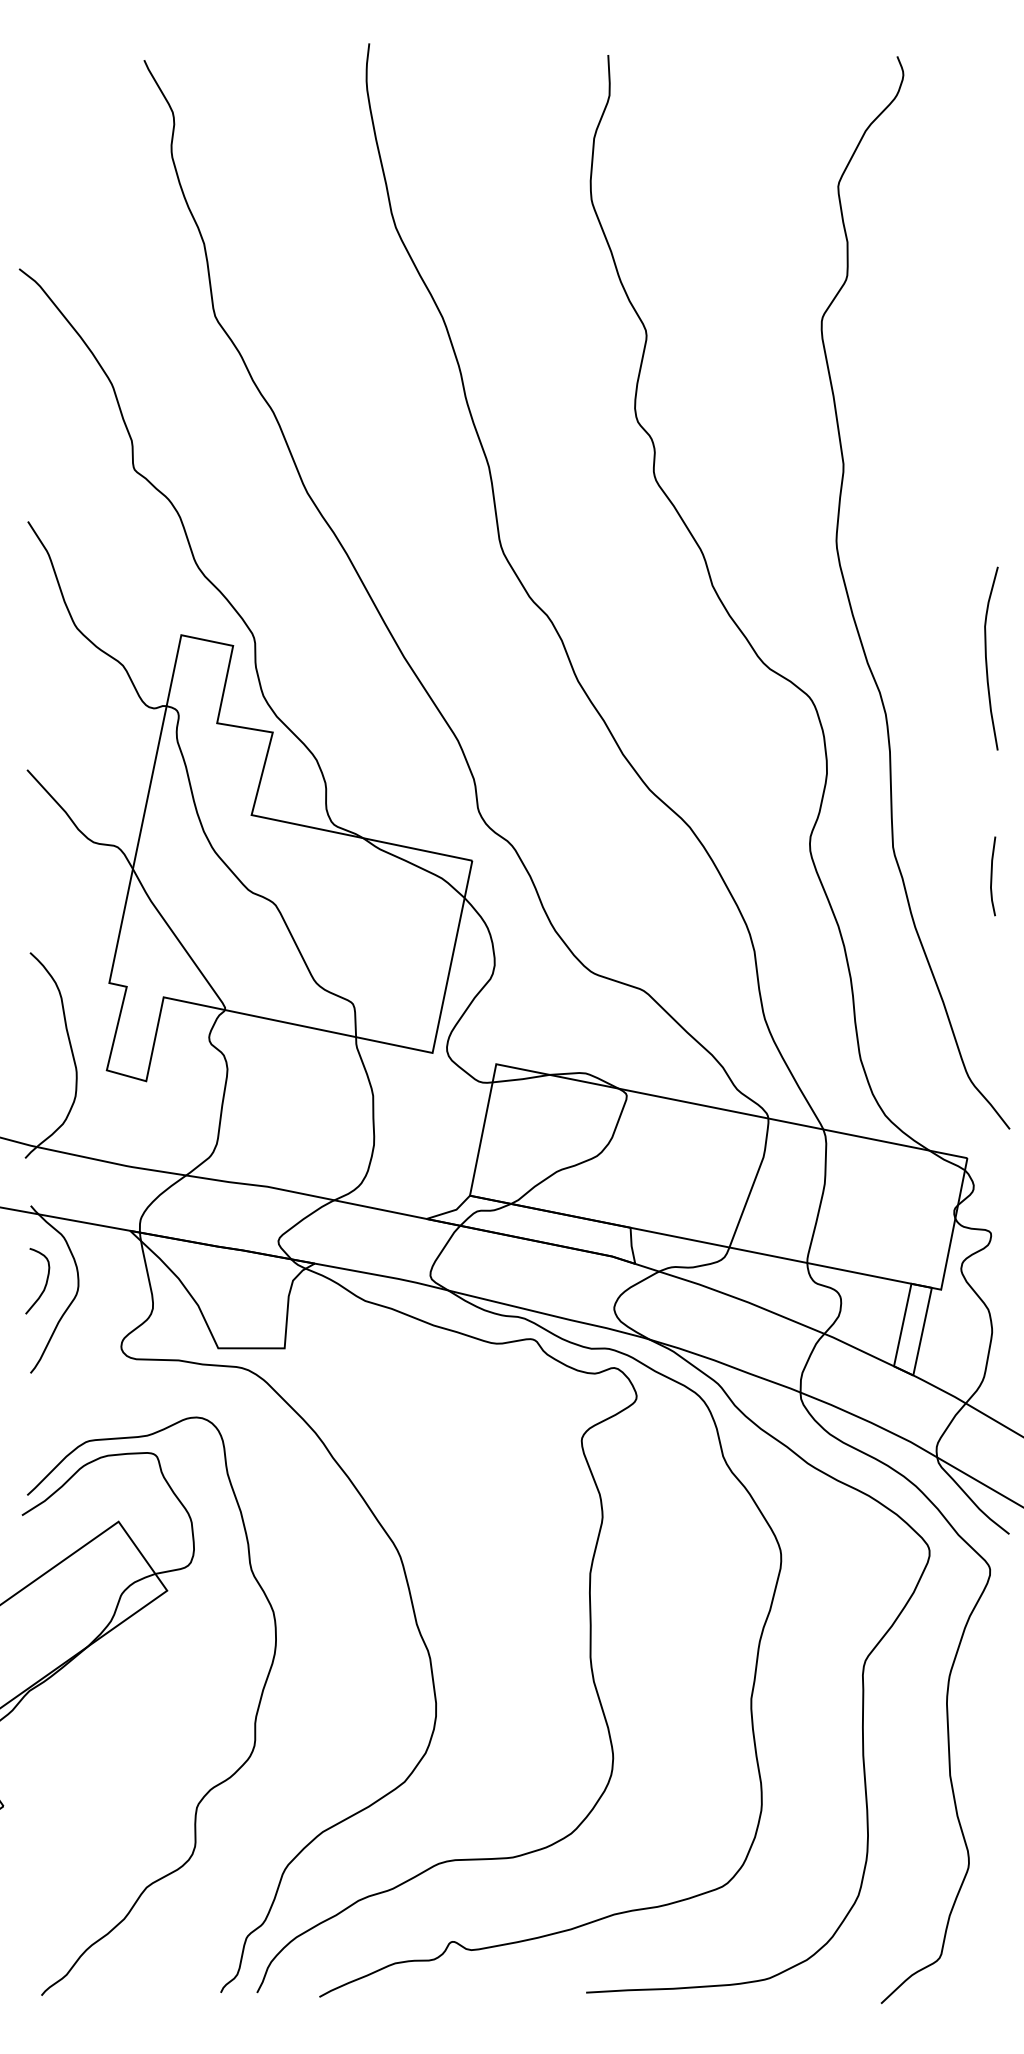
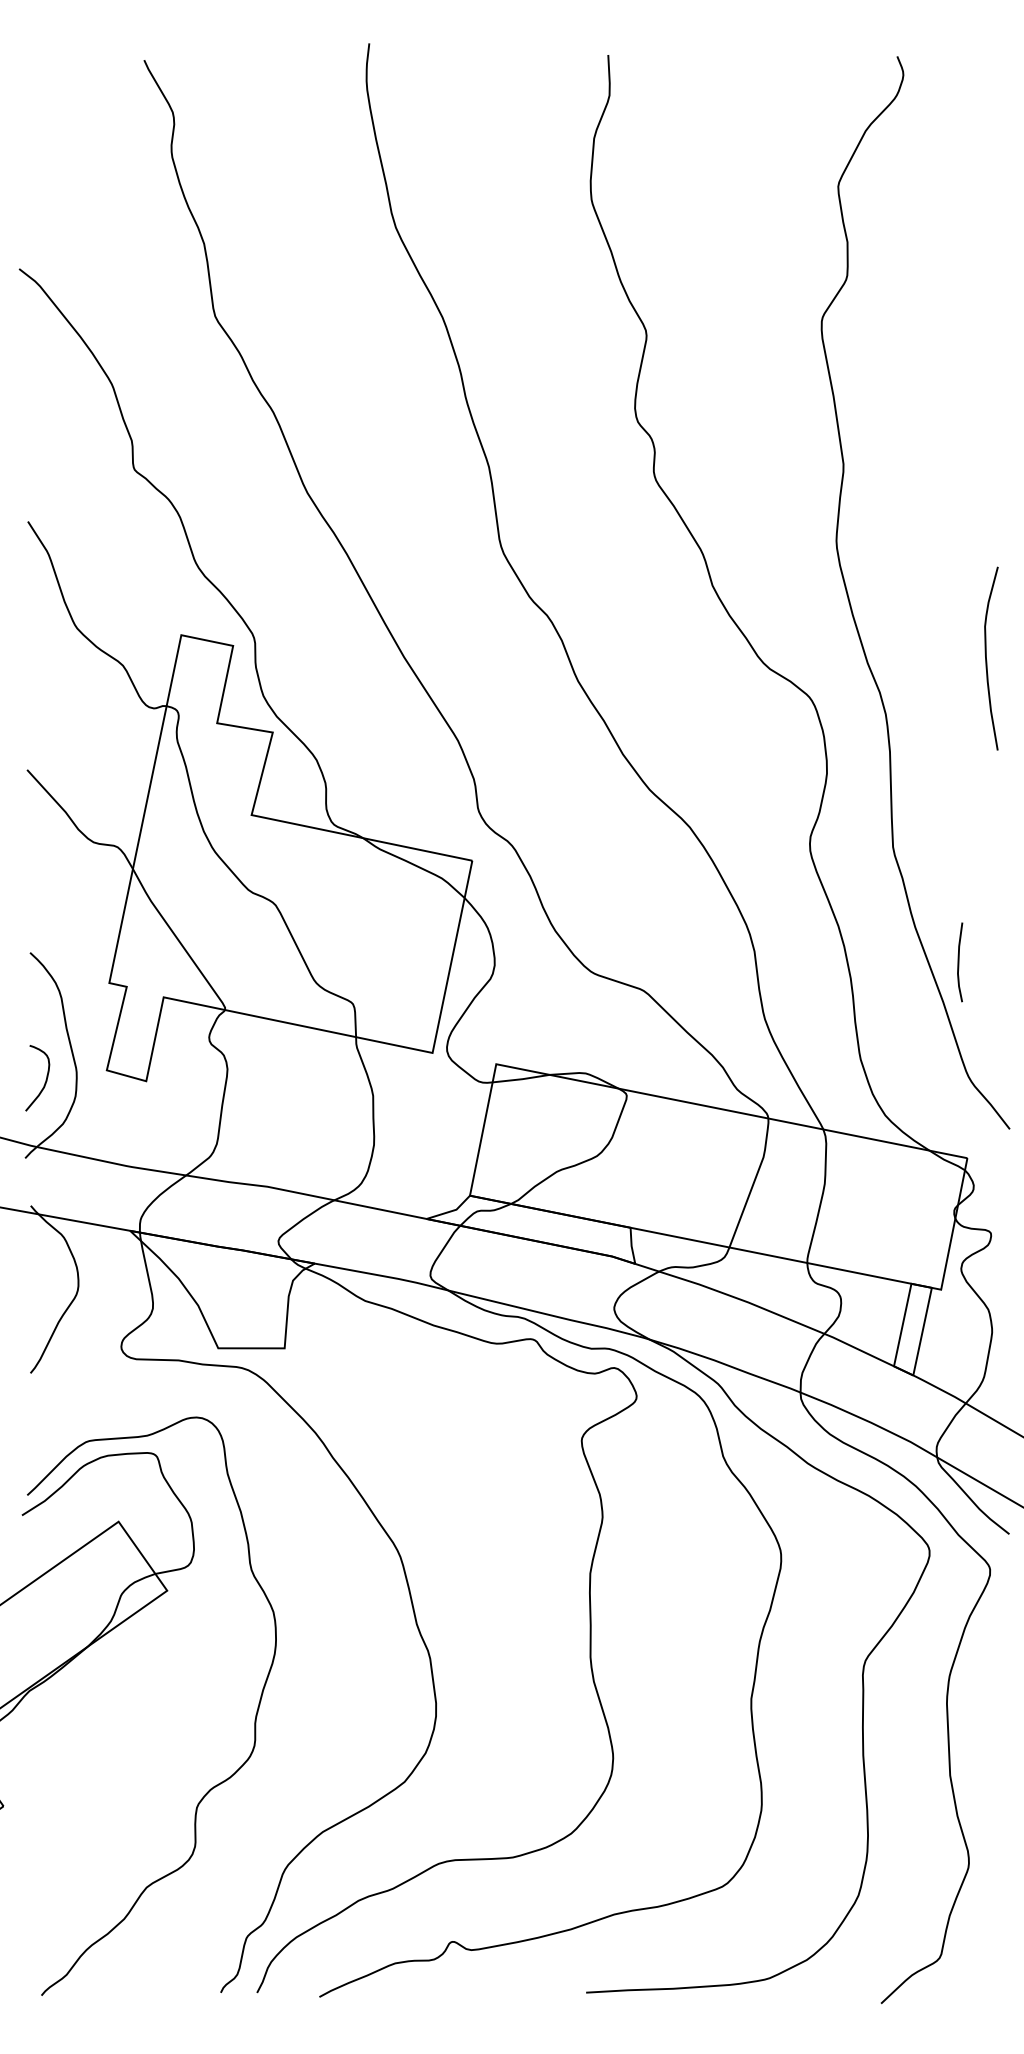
line at (992, 876) position: (992, 876) -> (959, 962)
curve at (45, 1282) position: (45, 1282) -> (45, 1079)
